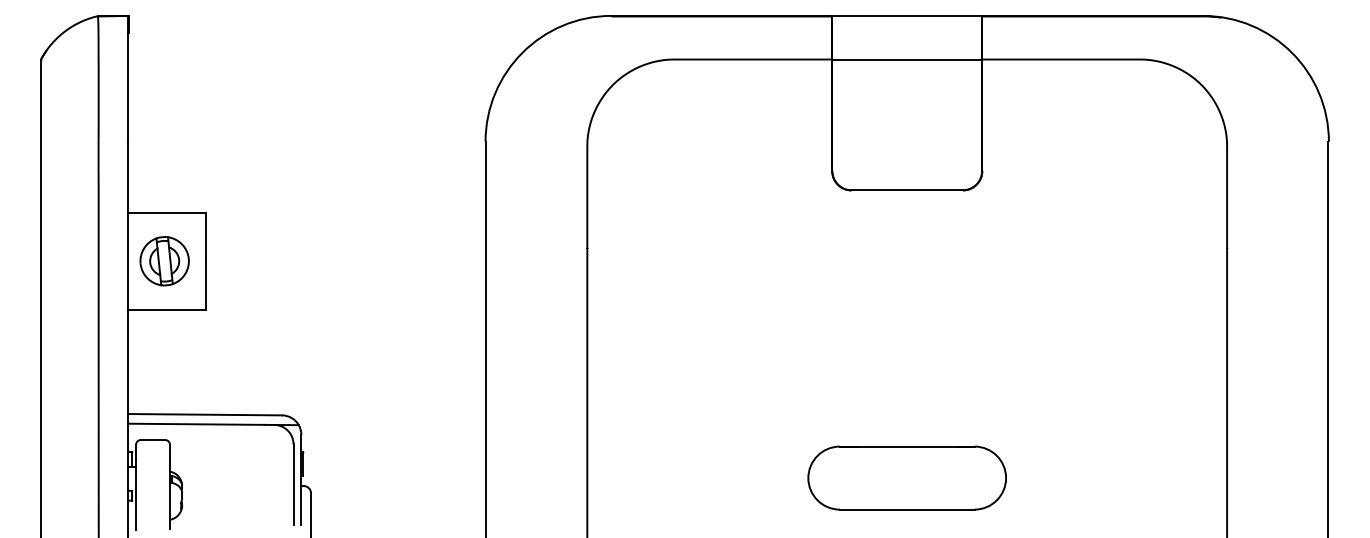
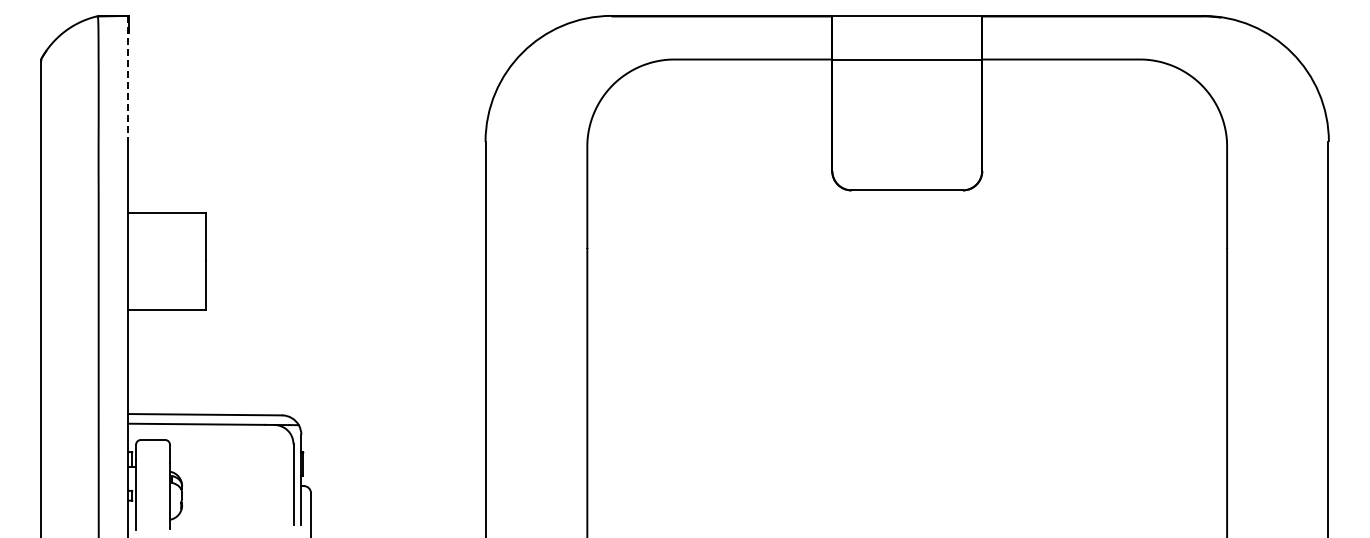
line at (128, 79): solid -> dashed
part at (164, 261): present -> none
part at (906, 477): present -> none
